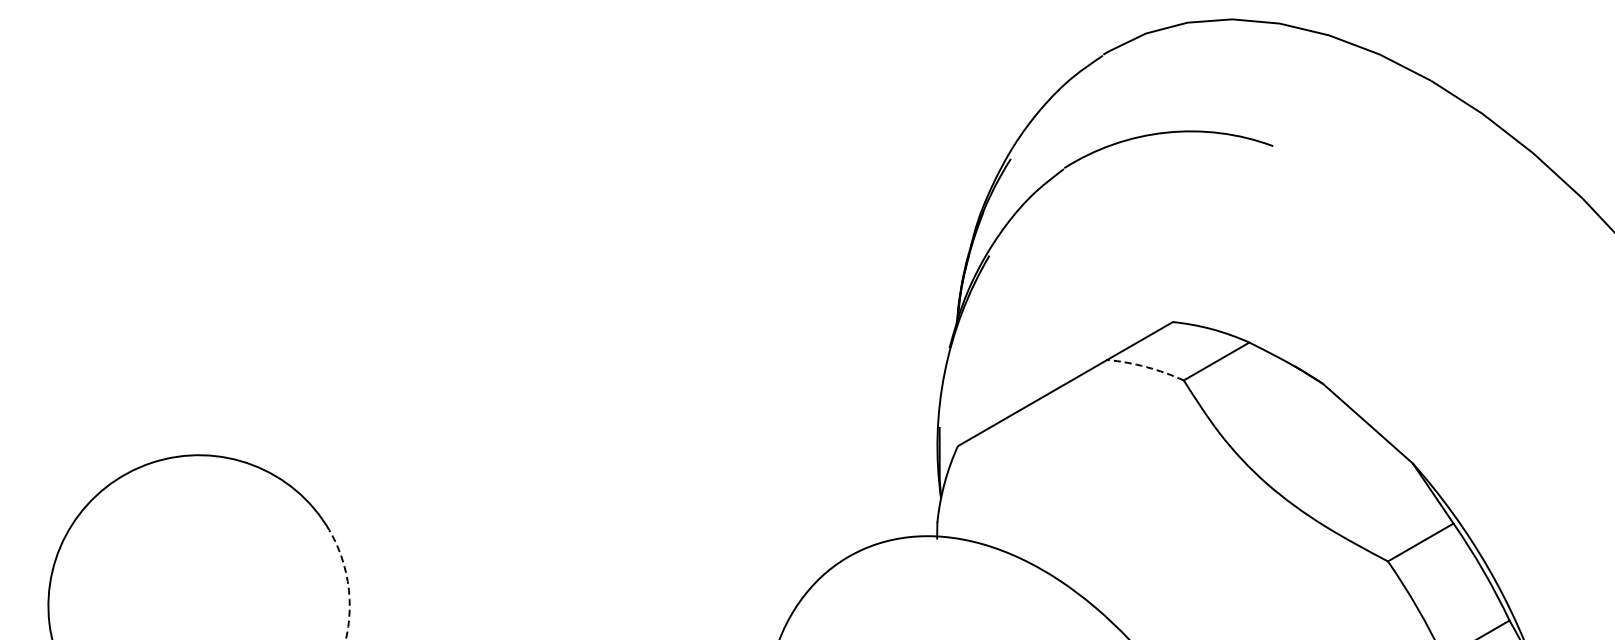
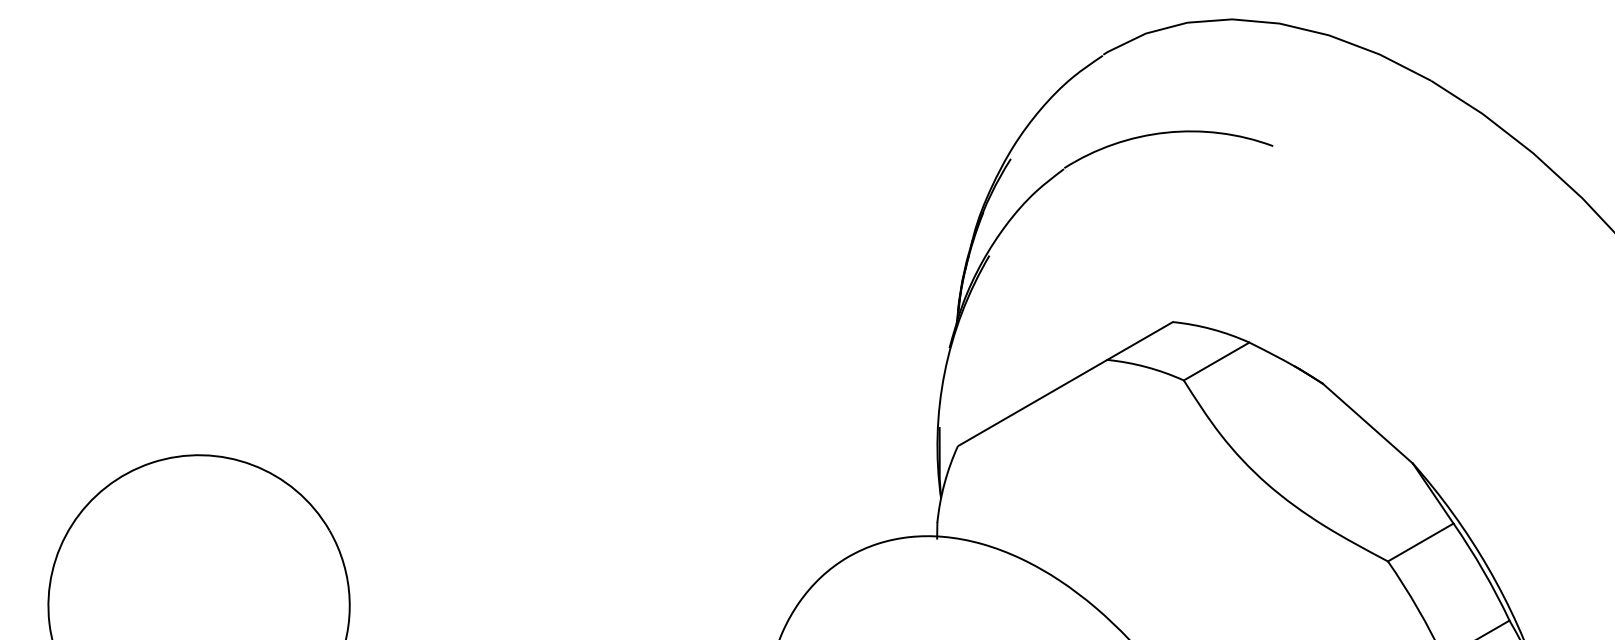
arc at (1146, 367): dashed -> solid
arc at (347, 581): dashed -> solid
